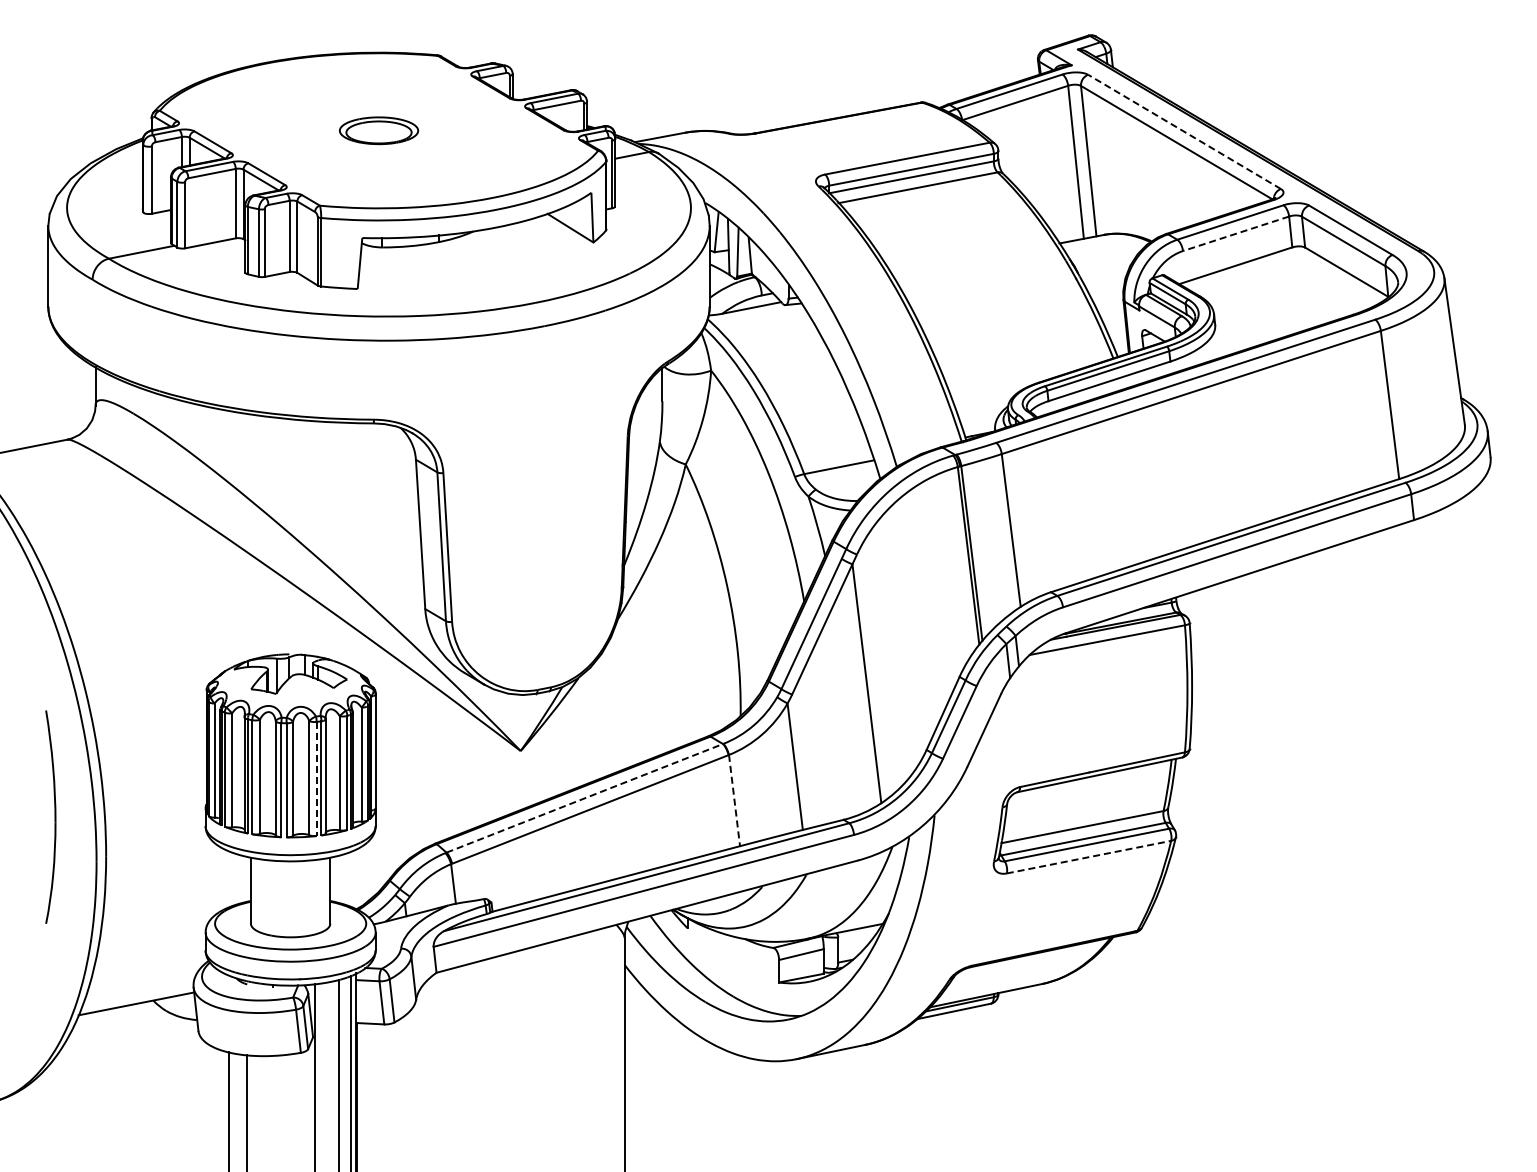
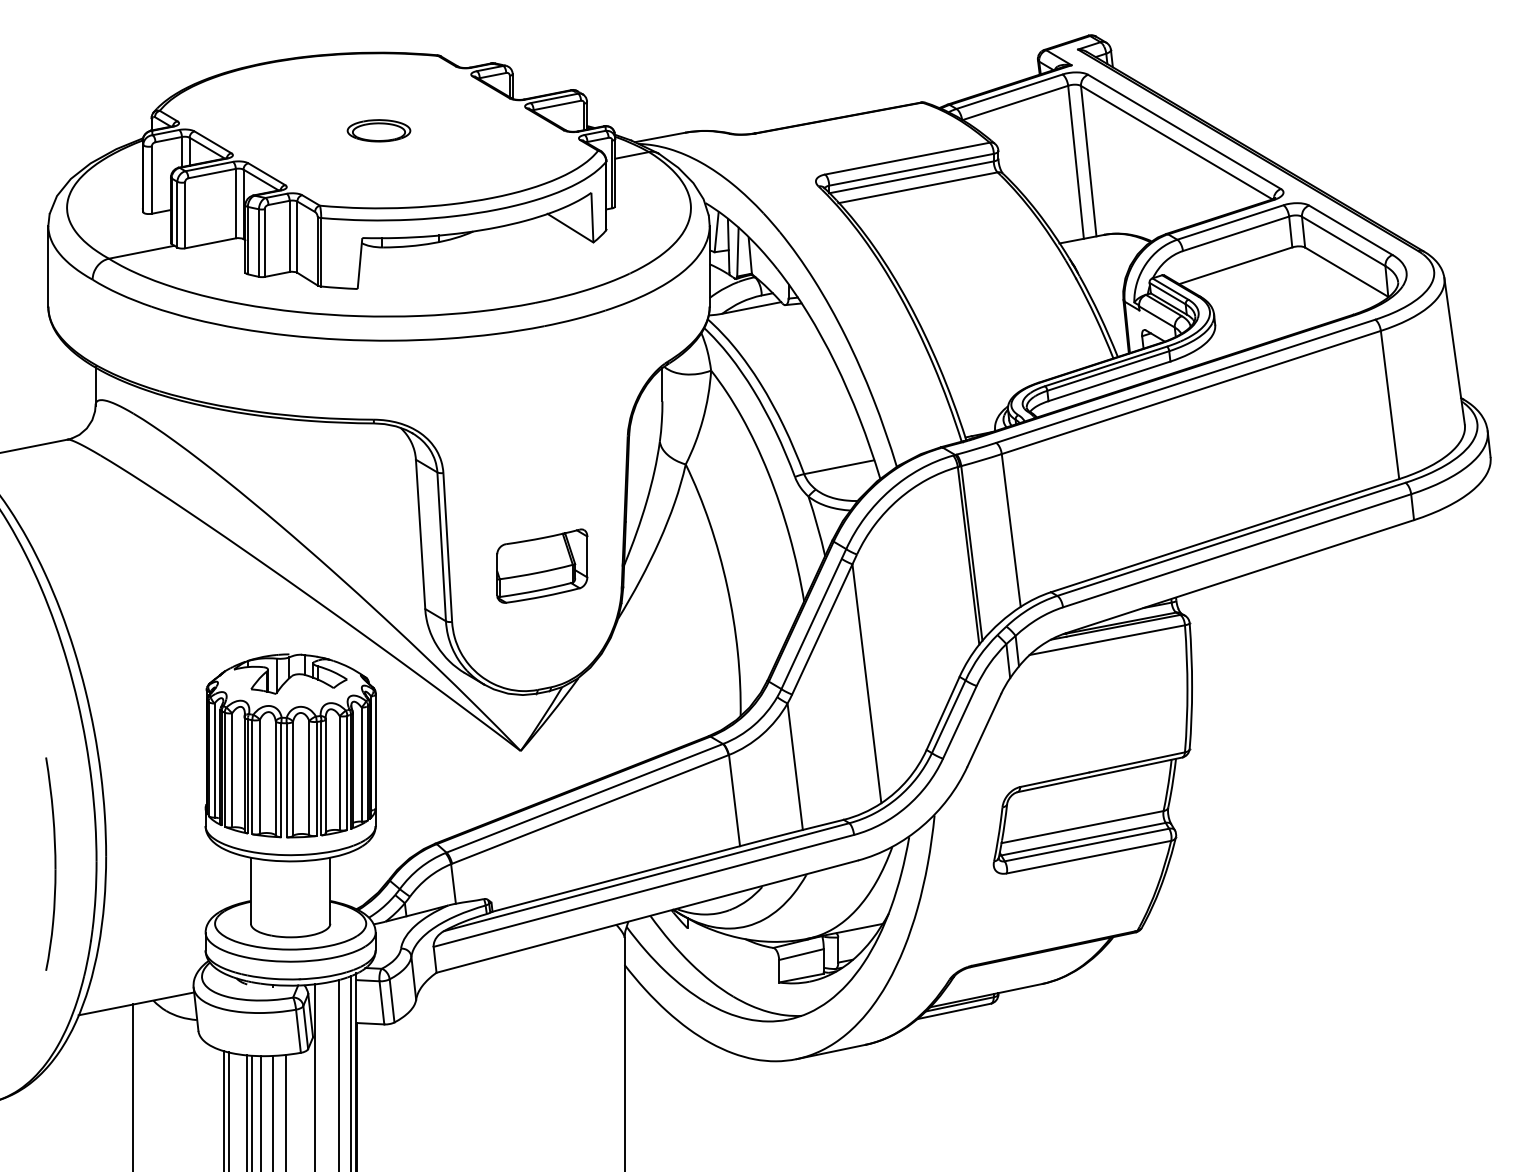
part at (379, 130) size: 81x30 px -> 66x24 px
line at (1184, 131): dashed -> solid
line at (1236, 233): dashed -> solid
part at (542, 565): none -> present
line at (316, 779): dashed -> solid
line at (584, 798): dashed -> solid
line at (734, 800): dashed -> solid
part at (50, 816) position: (50, 816) -> (50, 863)
line at (1089, 857): dashed -> solid
line at (133, 1086): none -> present
line at (224, 1109): none -> present
line at (251, 1111): none -> present
line at (273, 1111): none -> present
line at (286, 1111): none -> present
line at (261, 1112): none -> present
